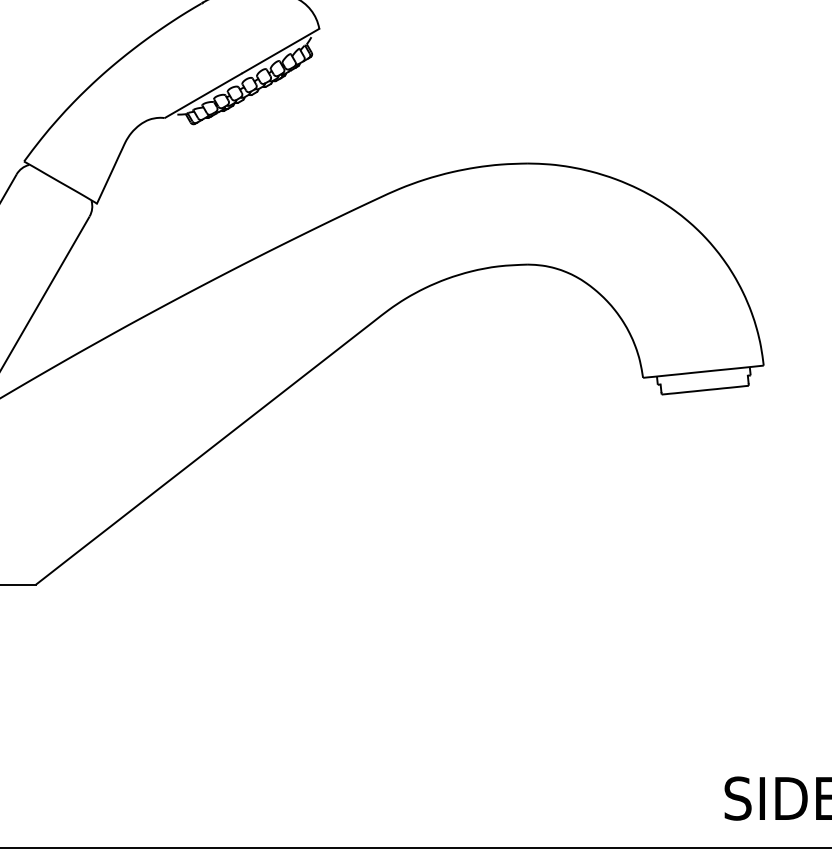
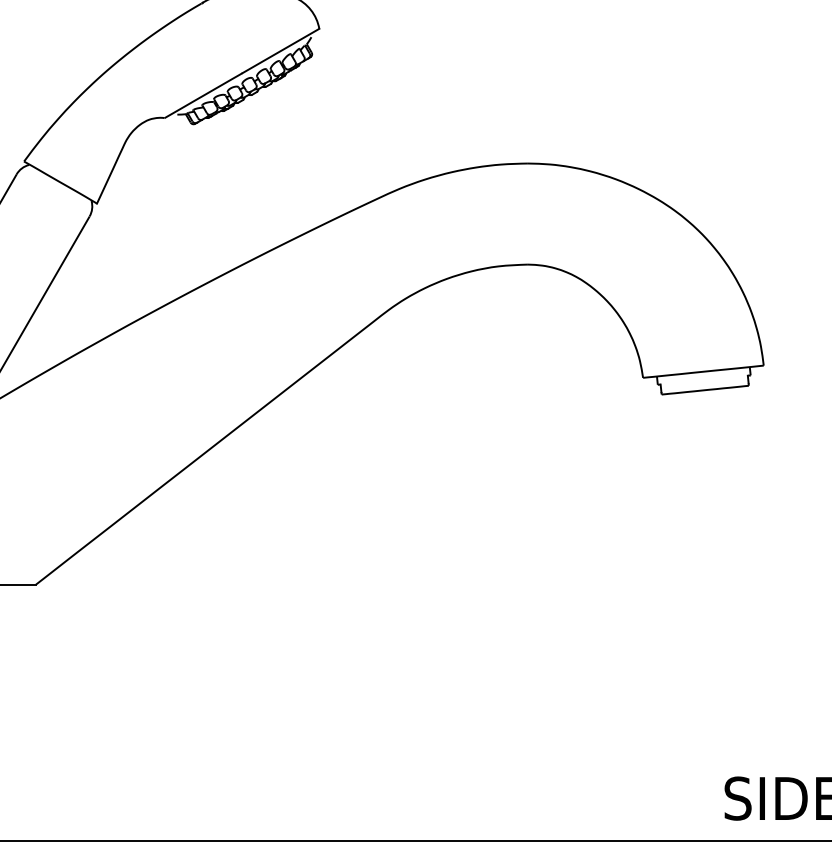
line at (415, 848) position: (415, 848) -> (415, 841)
